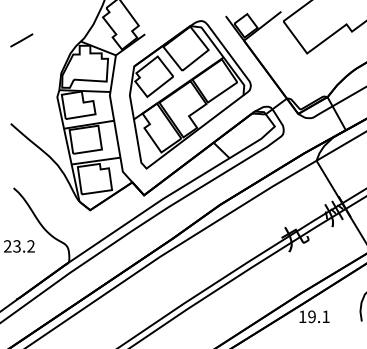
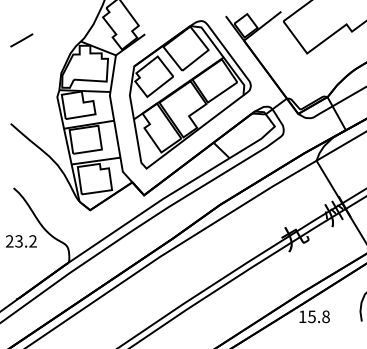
text at (19, 246) position: (19, 246) -> (21, 241)
text at (318, 316): 19.1 -> 15.8
